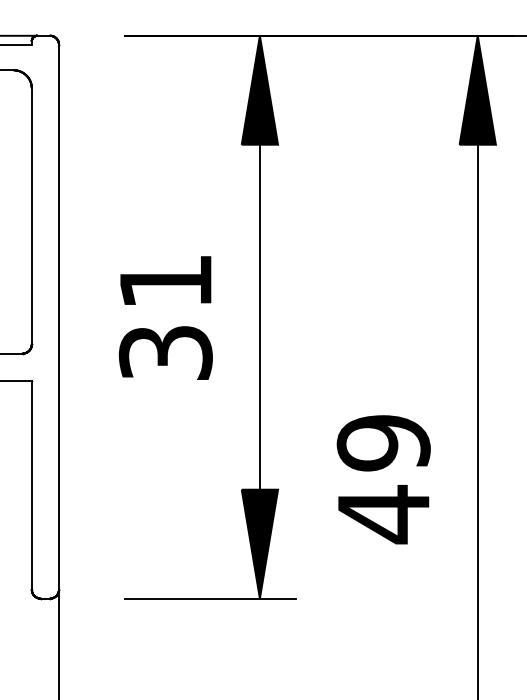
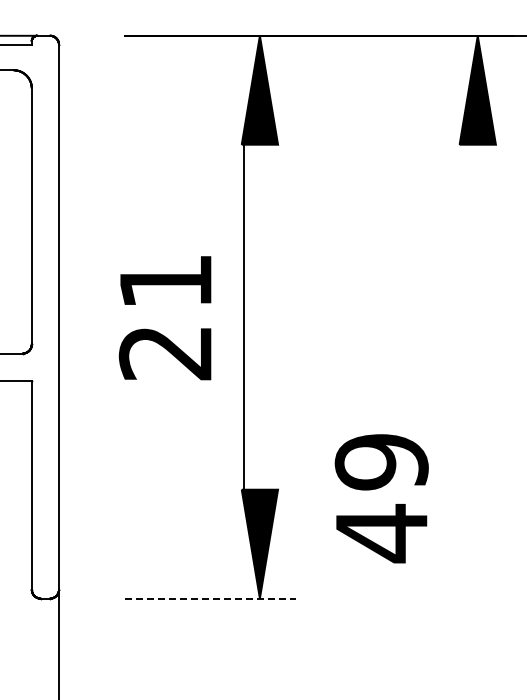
line at (259, 316) position: (259, 316) -> (243, 316)
text at (165, 353): 31 -> 21
line at (477, 420): present -> none
text at (383, 479) position: (383, 479) -> (381, 498)
line at (211, 598): solid -> dashed
